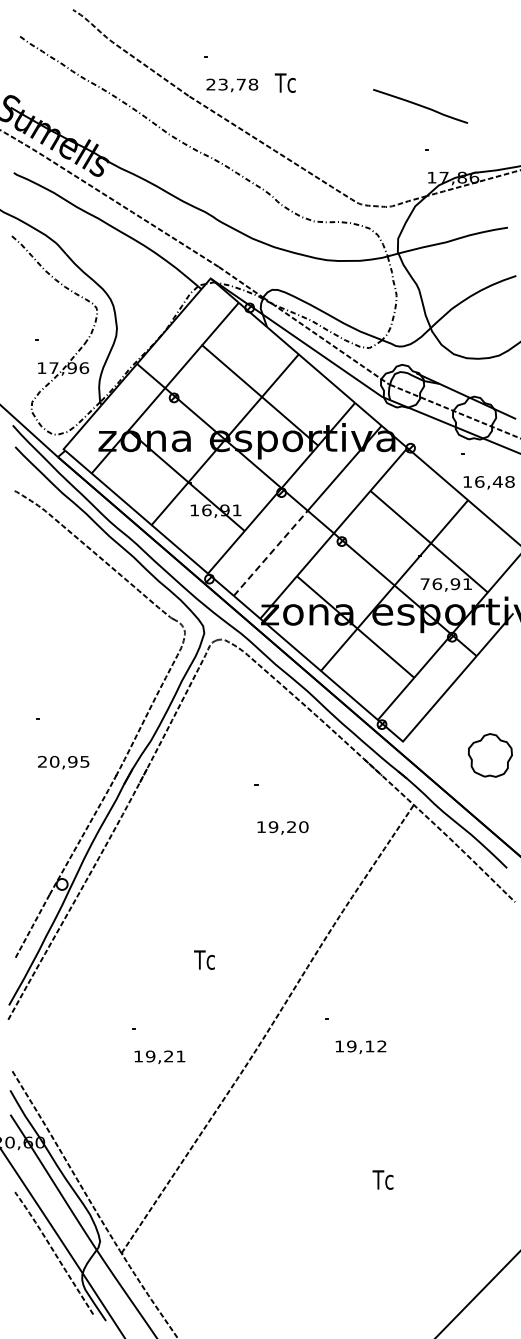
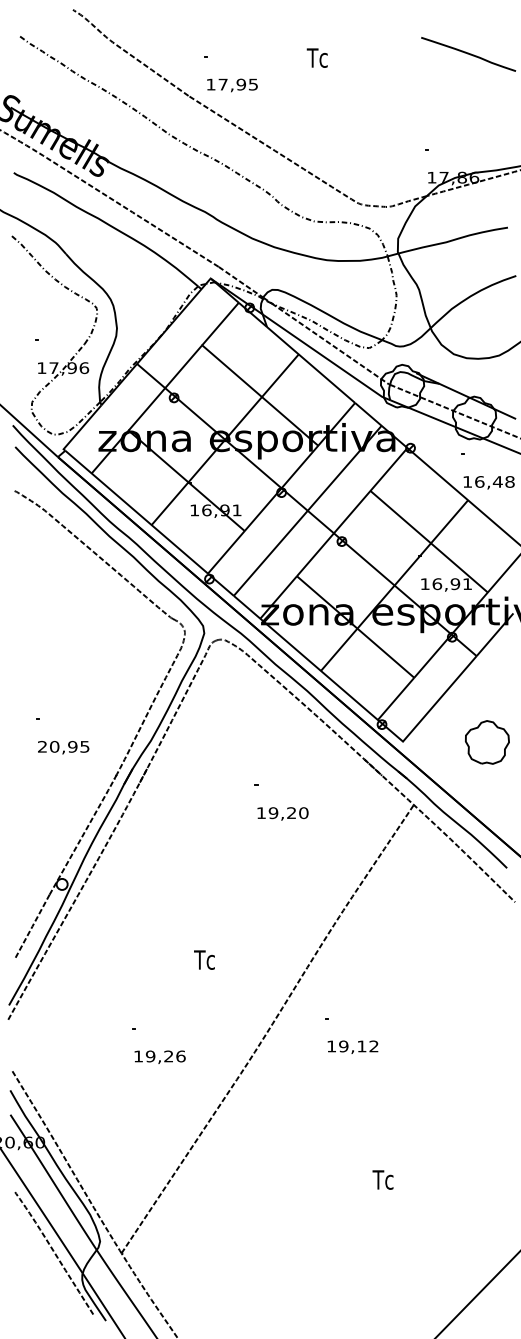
text at (284, 82) position: (284, 82) -> (316, 57)
text at (232, 84): 23,78 -> 17,95
curve at (420, 106) position: (420, 106) -> (468, 54)
line at (271, 552): dashed -> solid
text at (424, 583): 76,91 -> 16,91
part at (490, 755) position: (490, 755) -> (487, 742)
text at (63, 762) position: (63, 762) -> (63, 747)
text at (282, 827) position: (282, 827) -> (282, 813)
text at (360, 1046) position: (360, 1046) -> (352, 1046)
text at (180, 1056): 19,21 -> 19,26
